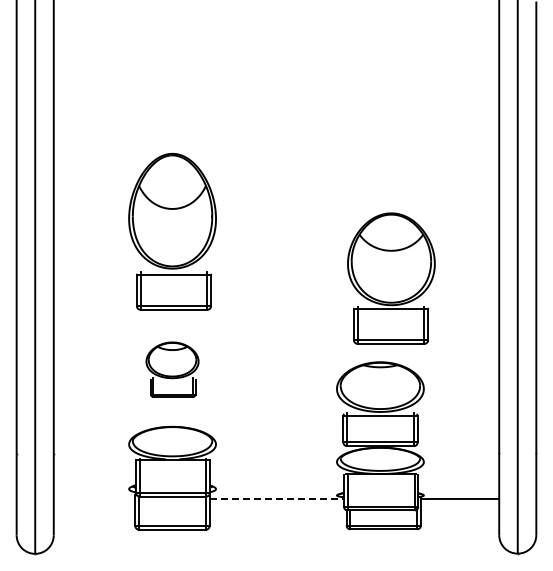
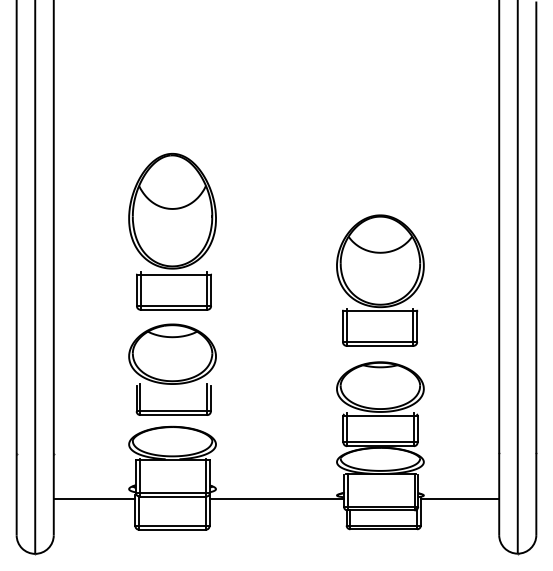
part at (391, 278) position: (391, 278) -> (380, 280)
part at (172, 369) size: 55x57 px -> 89x93 px
line at (94, 498): none -> present
line at (277, 498): dashed -> solid
